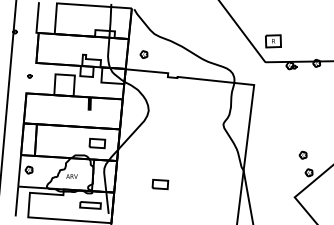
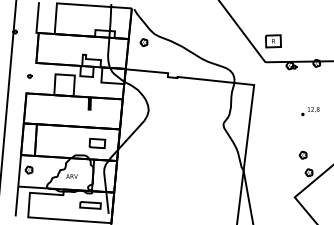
part at (143, 54) position: (143, 54) -> (143, 42)
part at (310, 111): none -> present
part at (160, 184): present -> none
